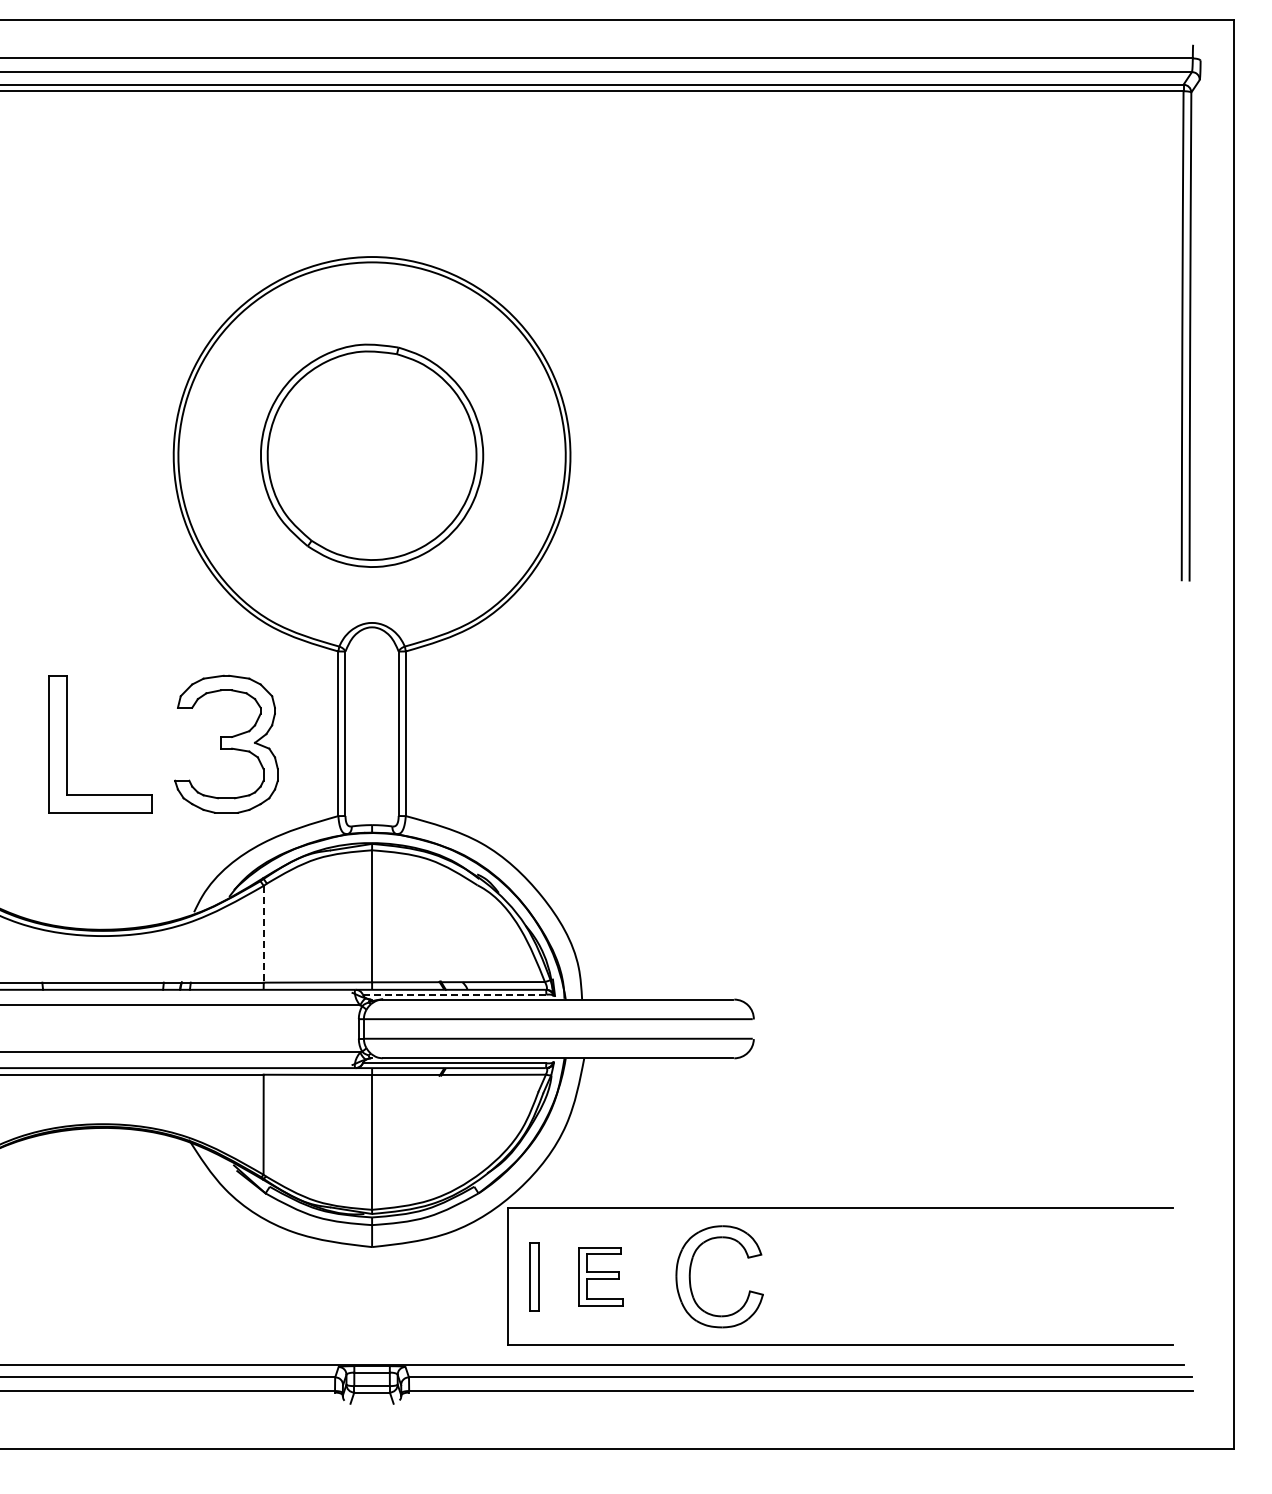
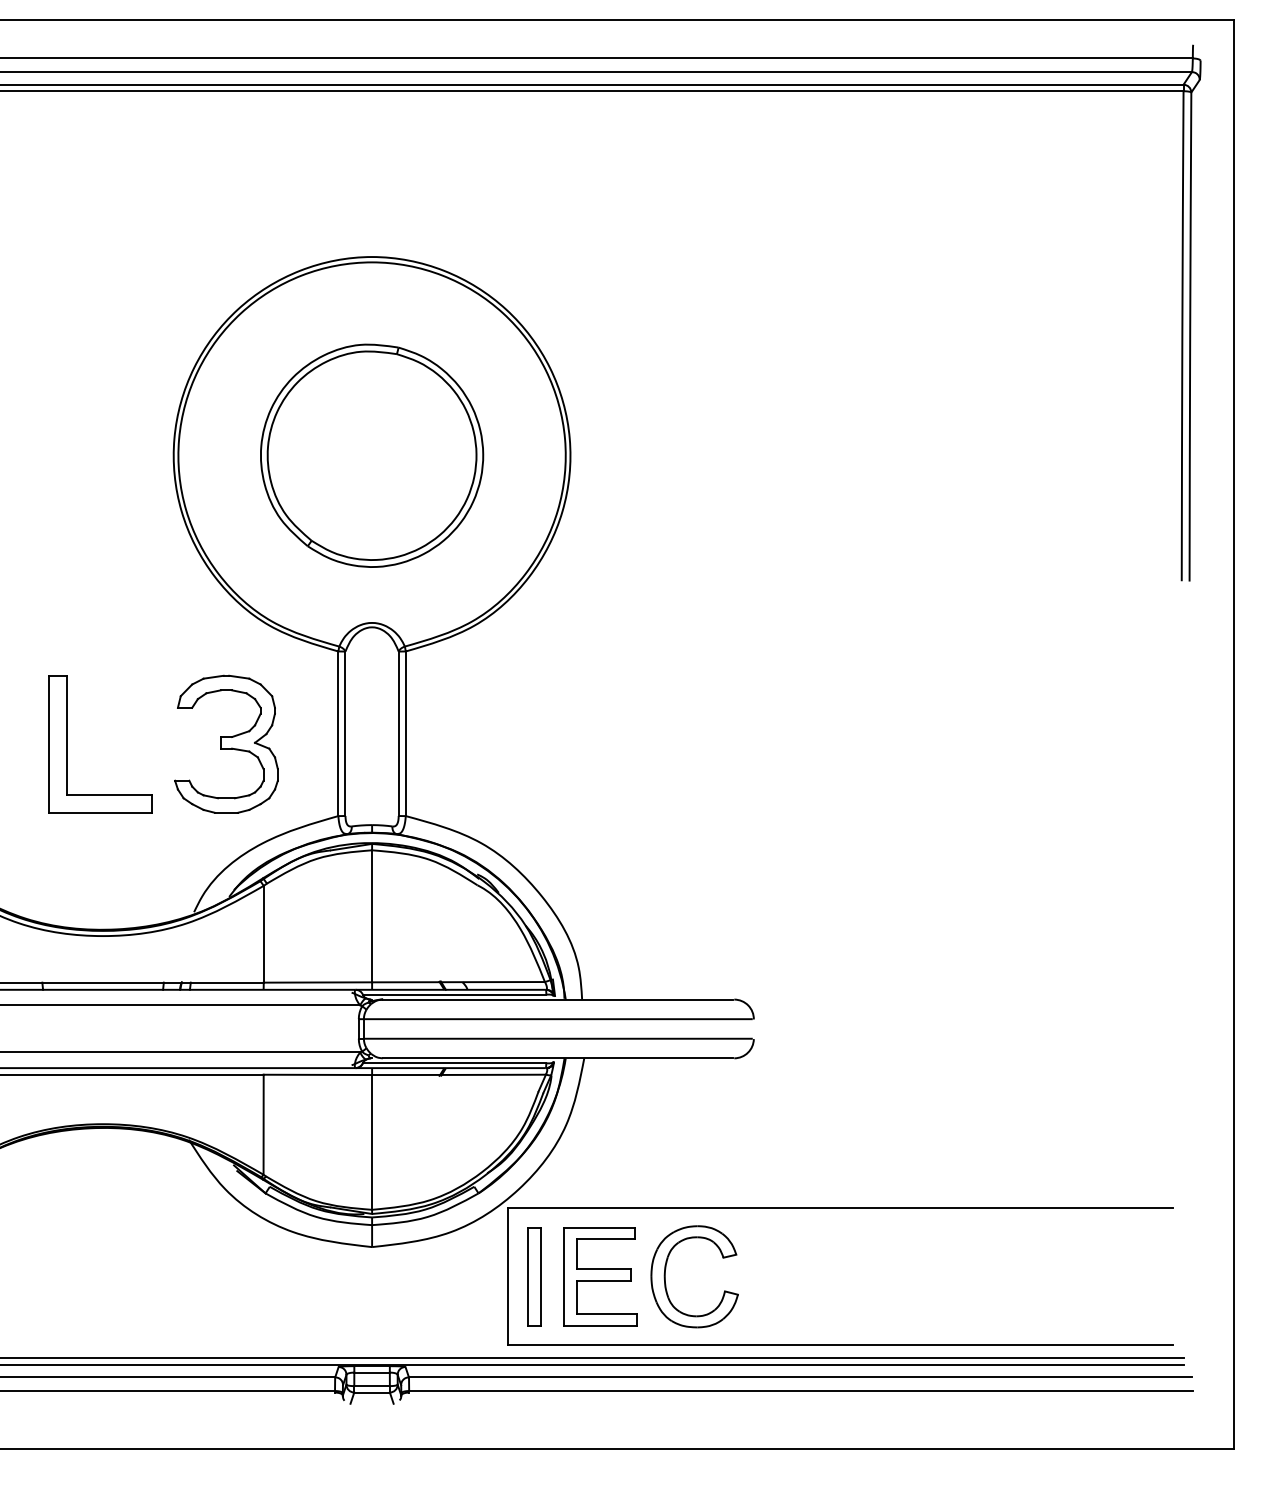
line at (263, 934): dashed -> solid
line at (454, 994): dashed -> solid
part at (534, 1276) size: 11x70 px -> 15x100 px
part at (600, 1276) size: 46x60 px -> 75x100 px
part at (690, 1276) position: (690, 1276) -> (665, 1276)
line at (592, 1358): none -> present
